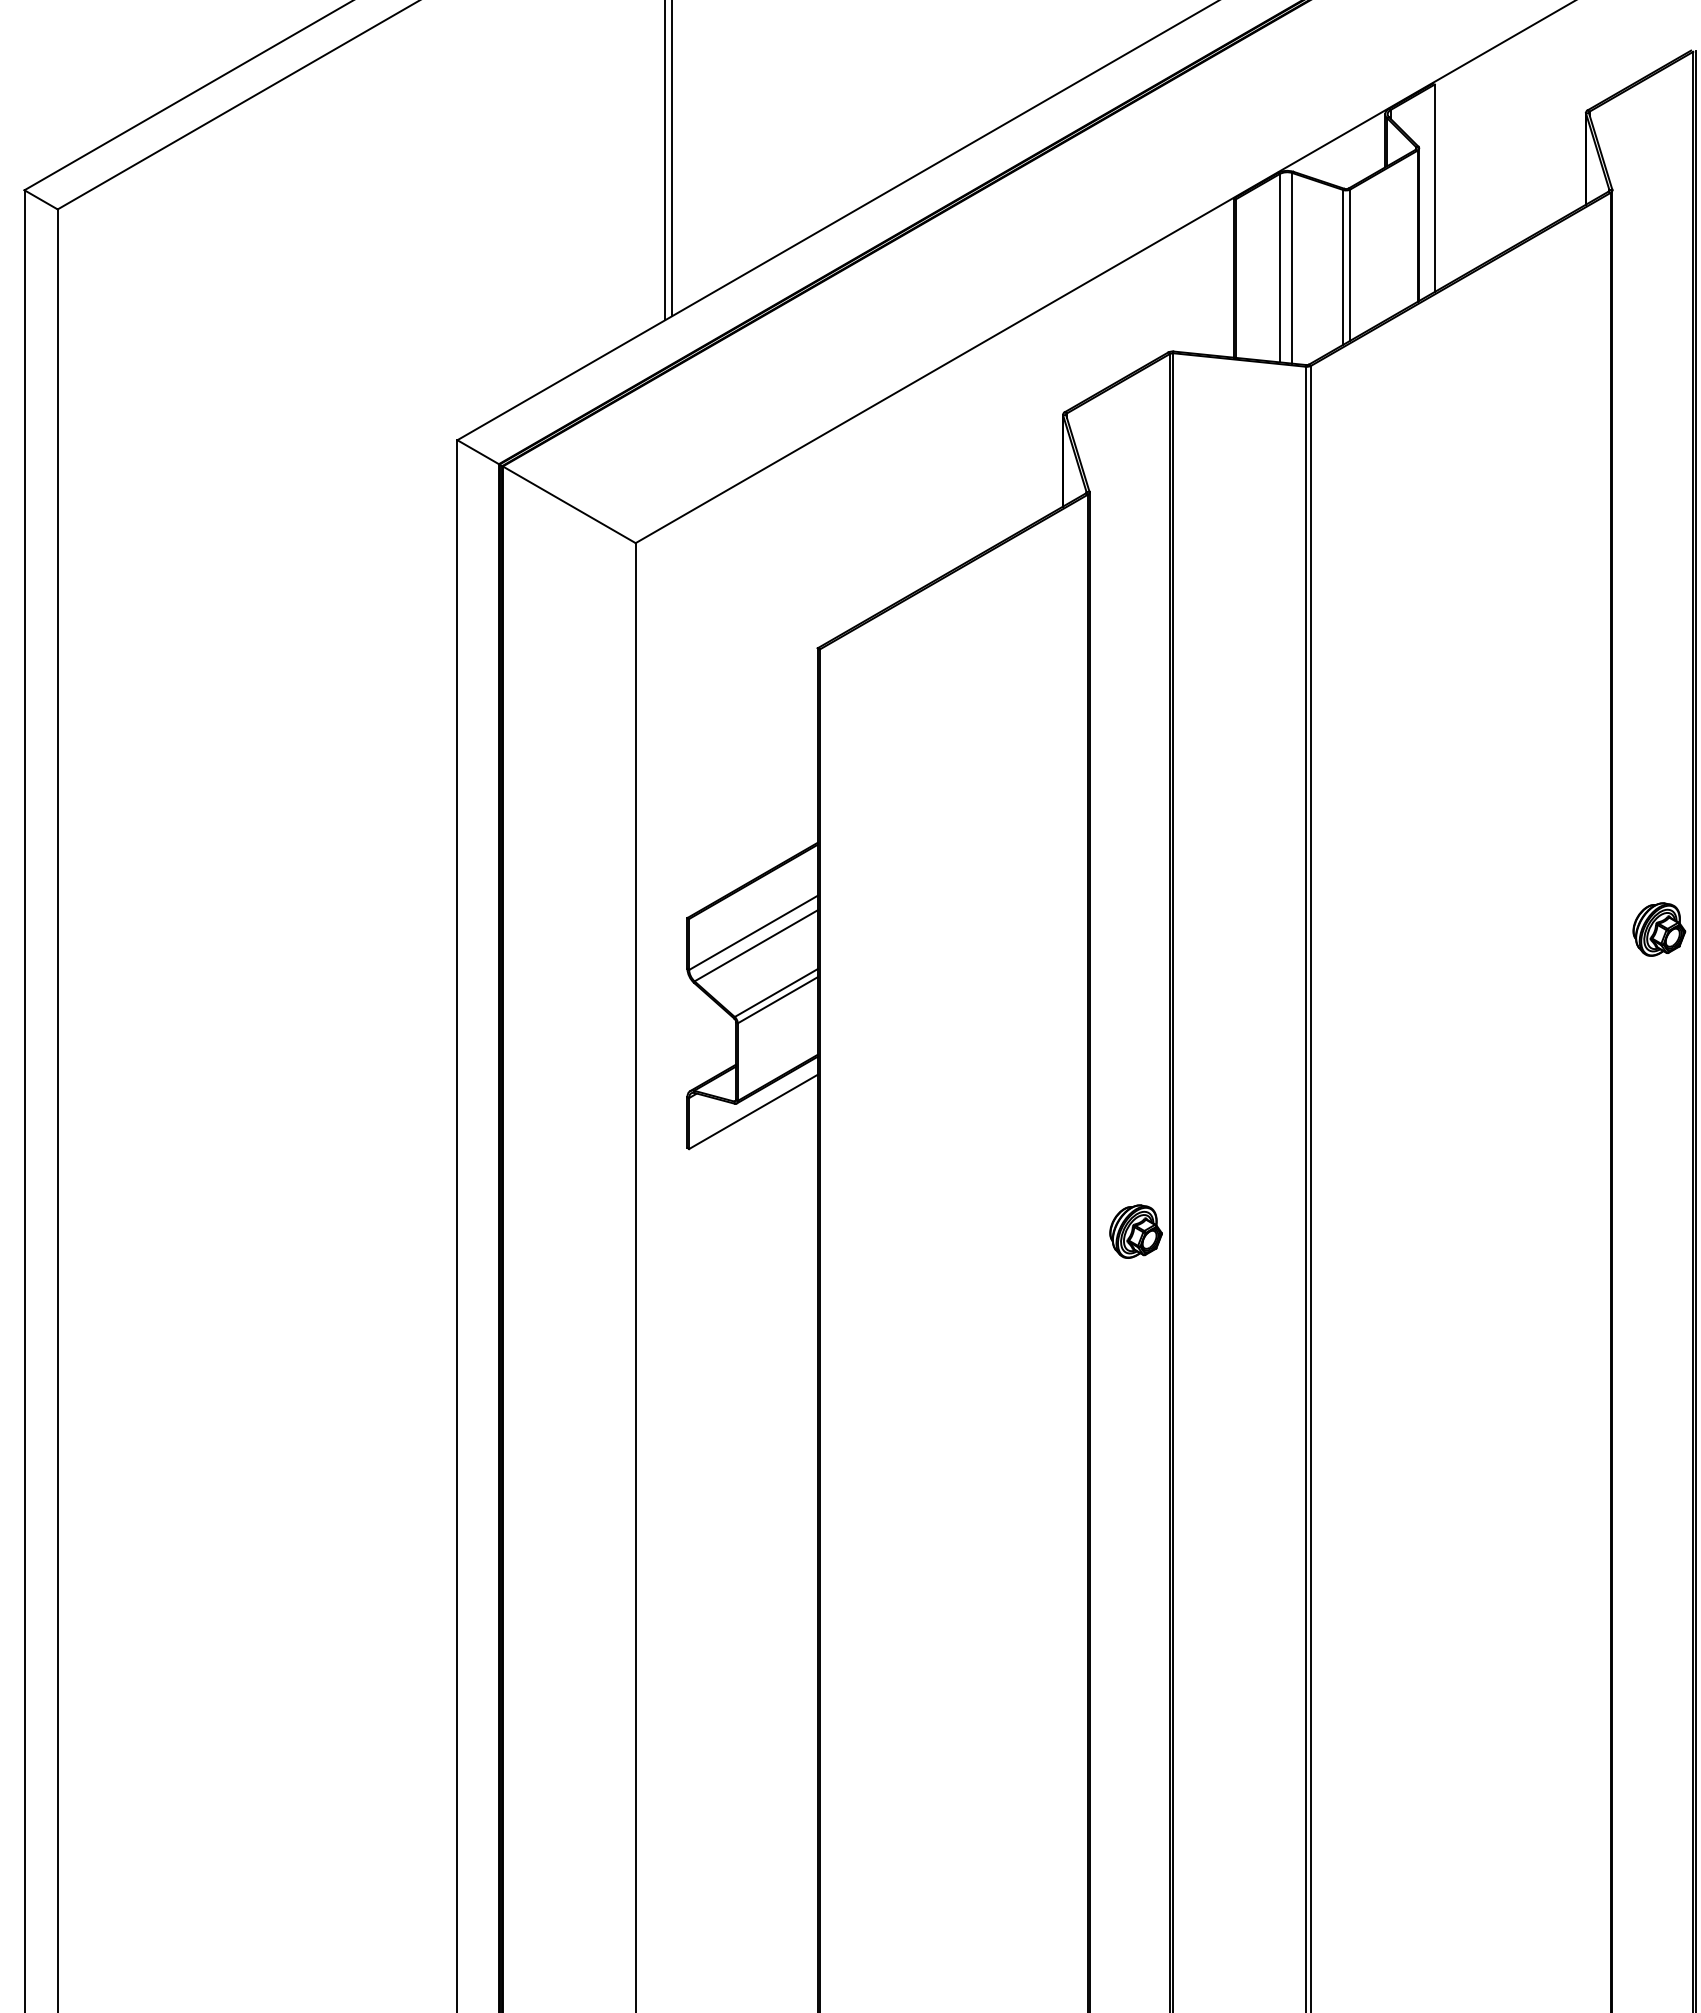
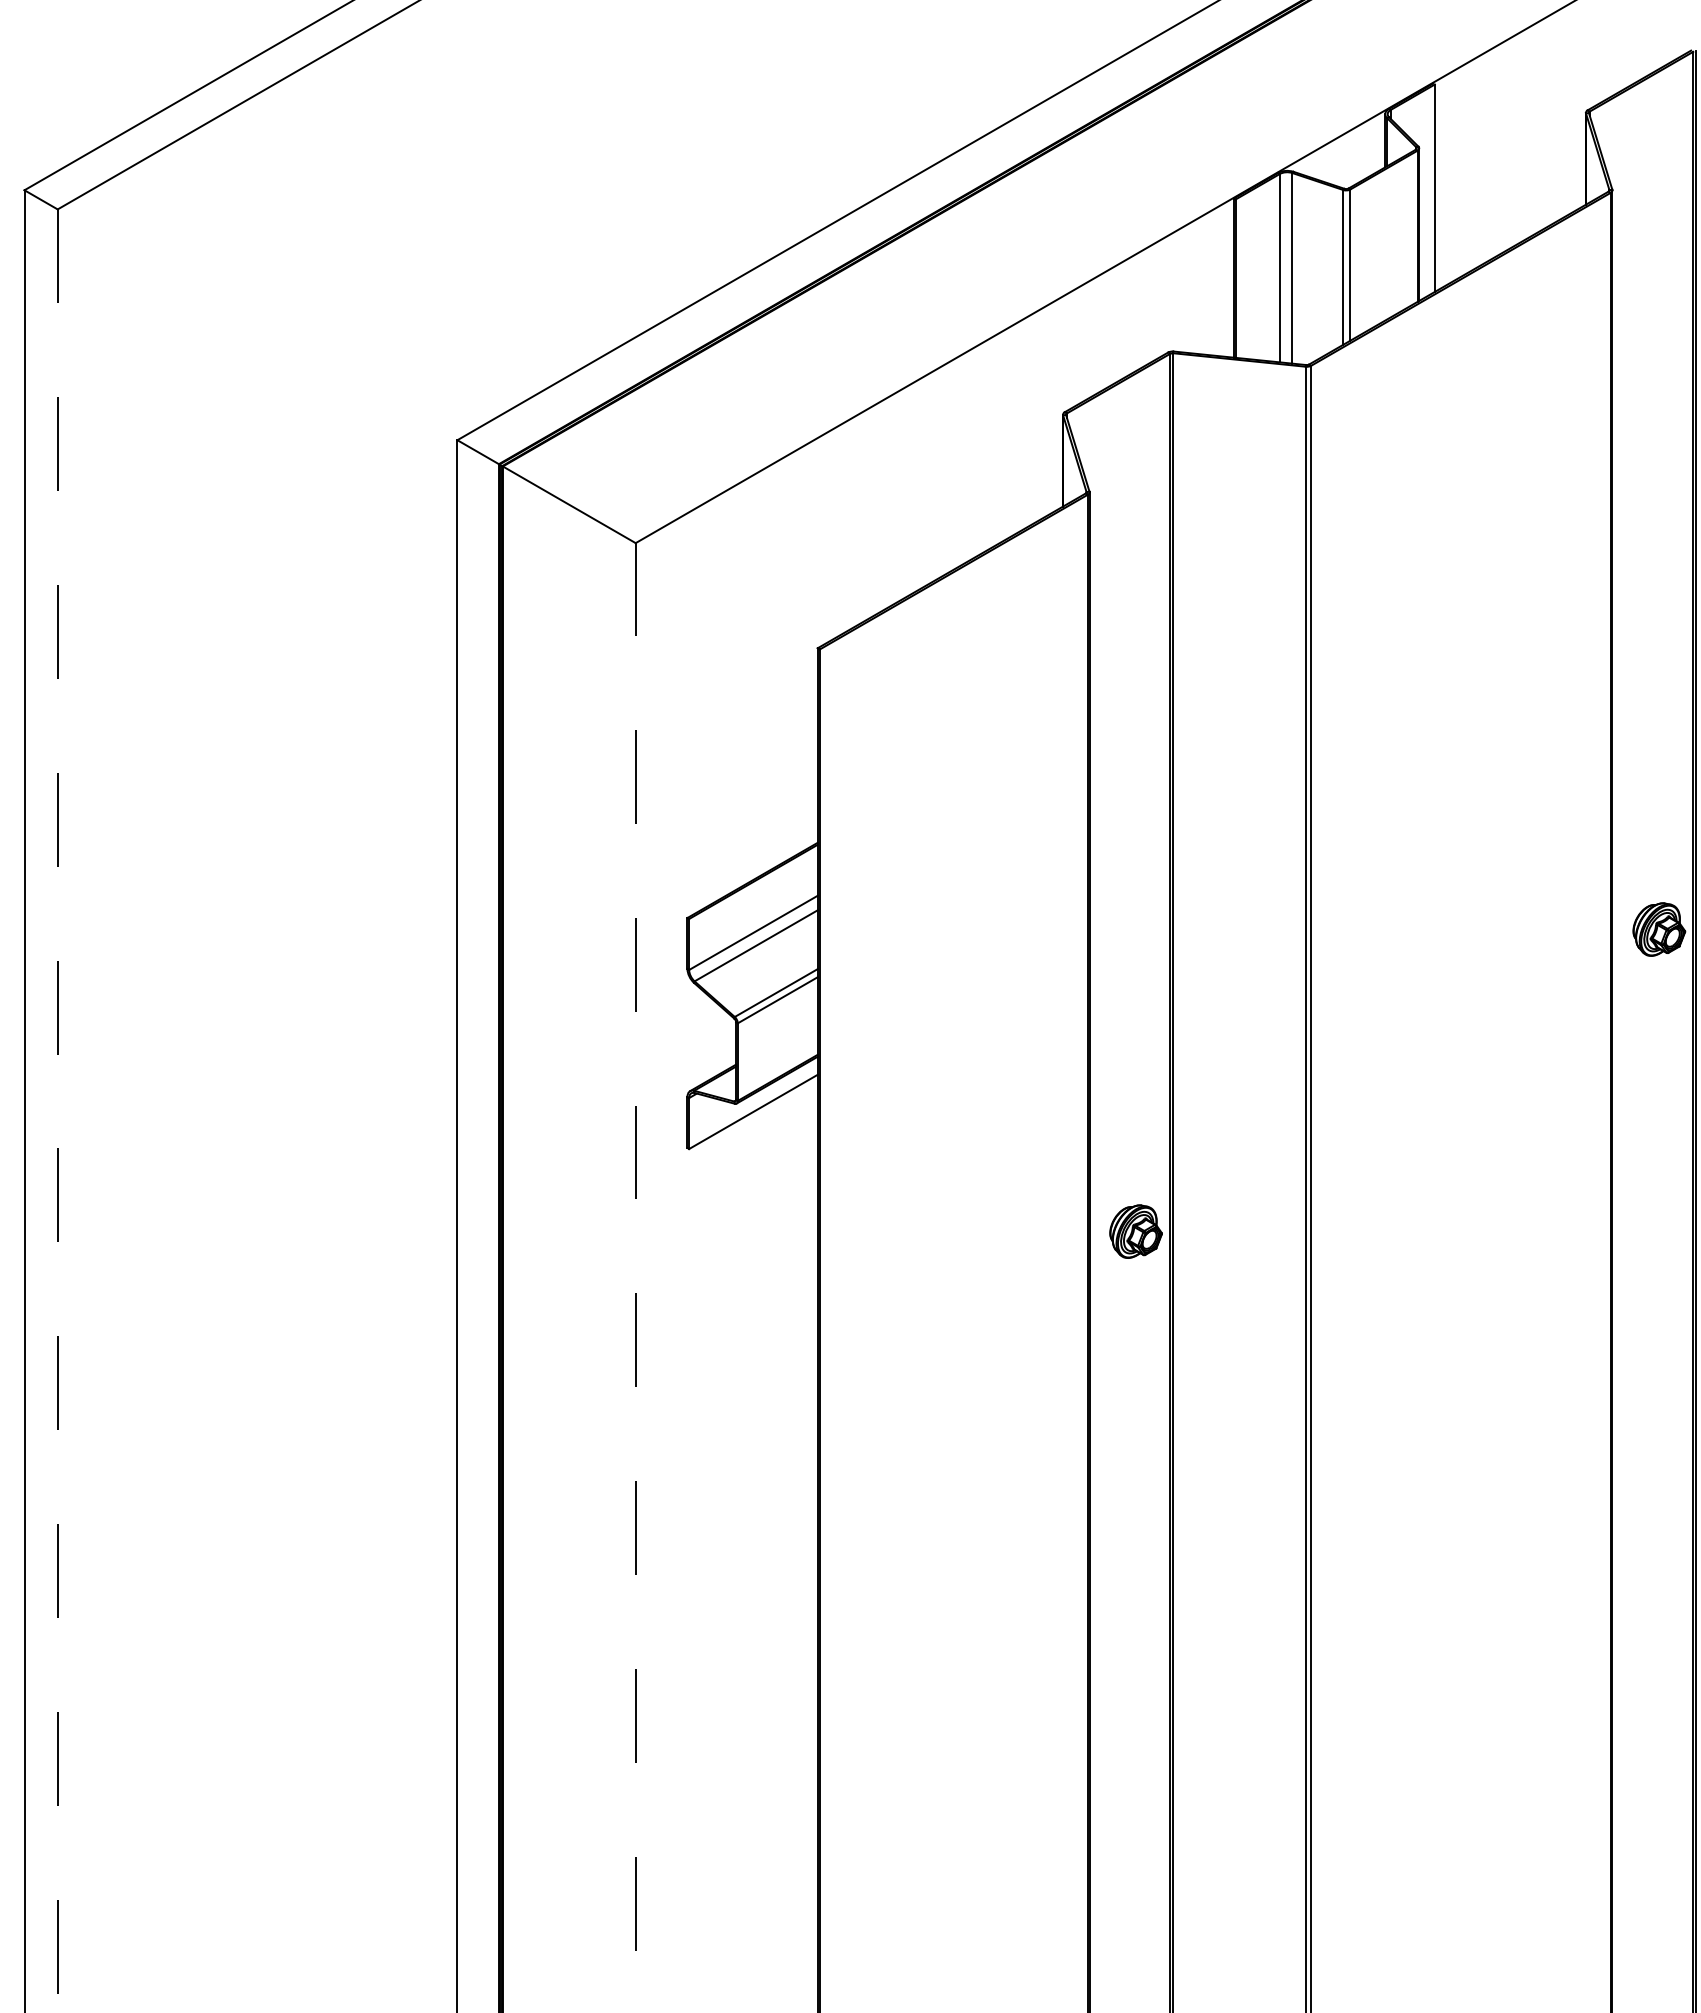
line at (671, 159): present -> none
line at (665, 161): present -> none
line at (57, 1111): solid -> dashed
line at (635, 1278): solid -> dashed
